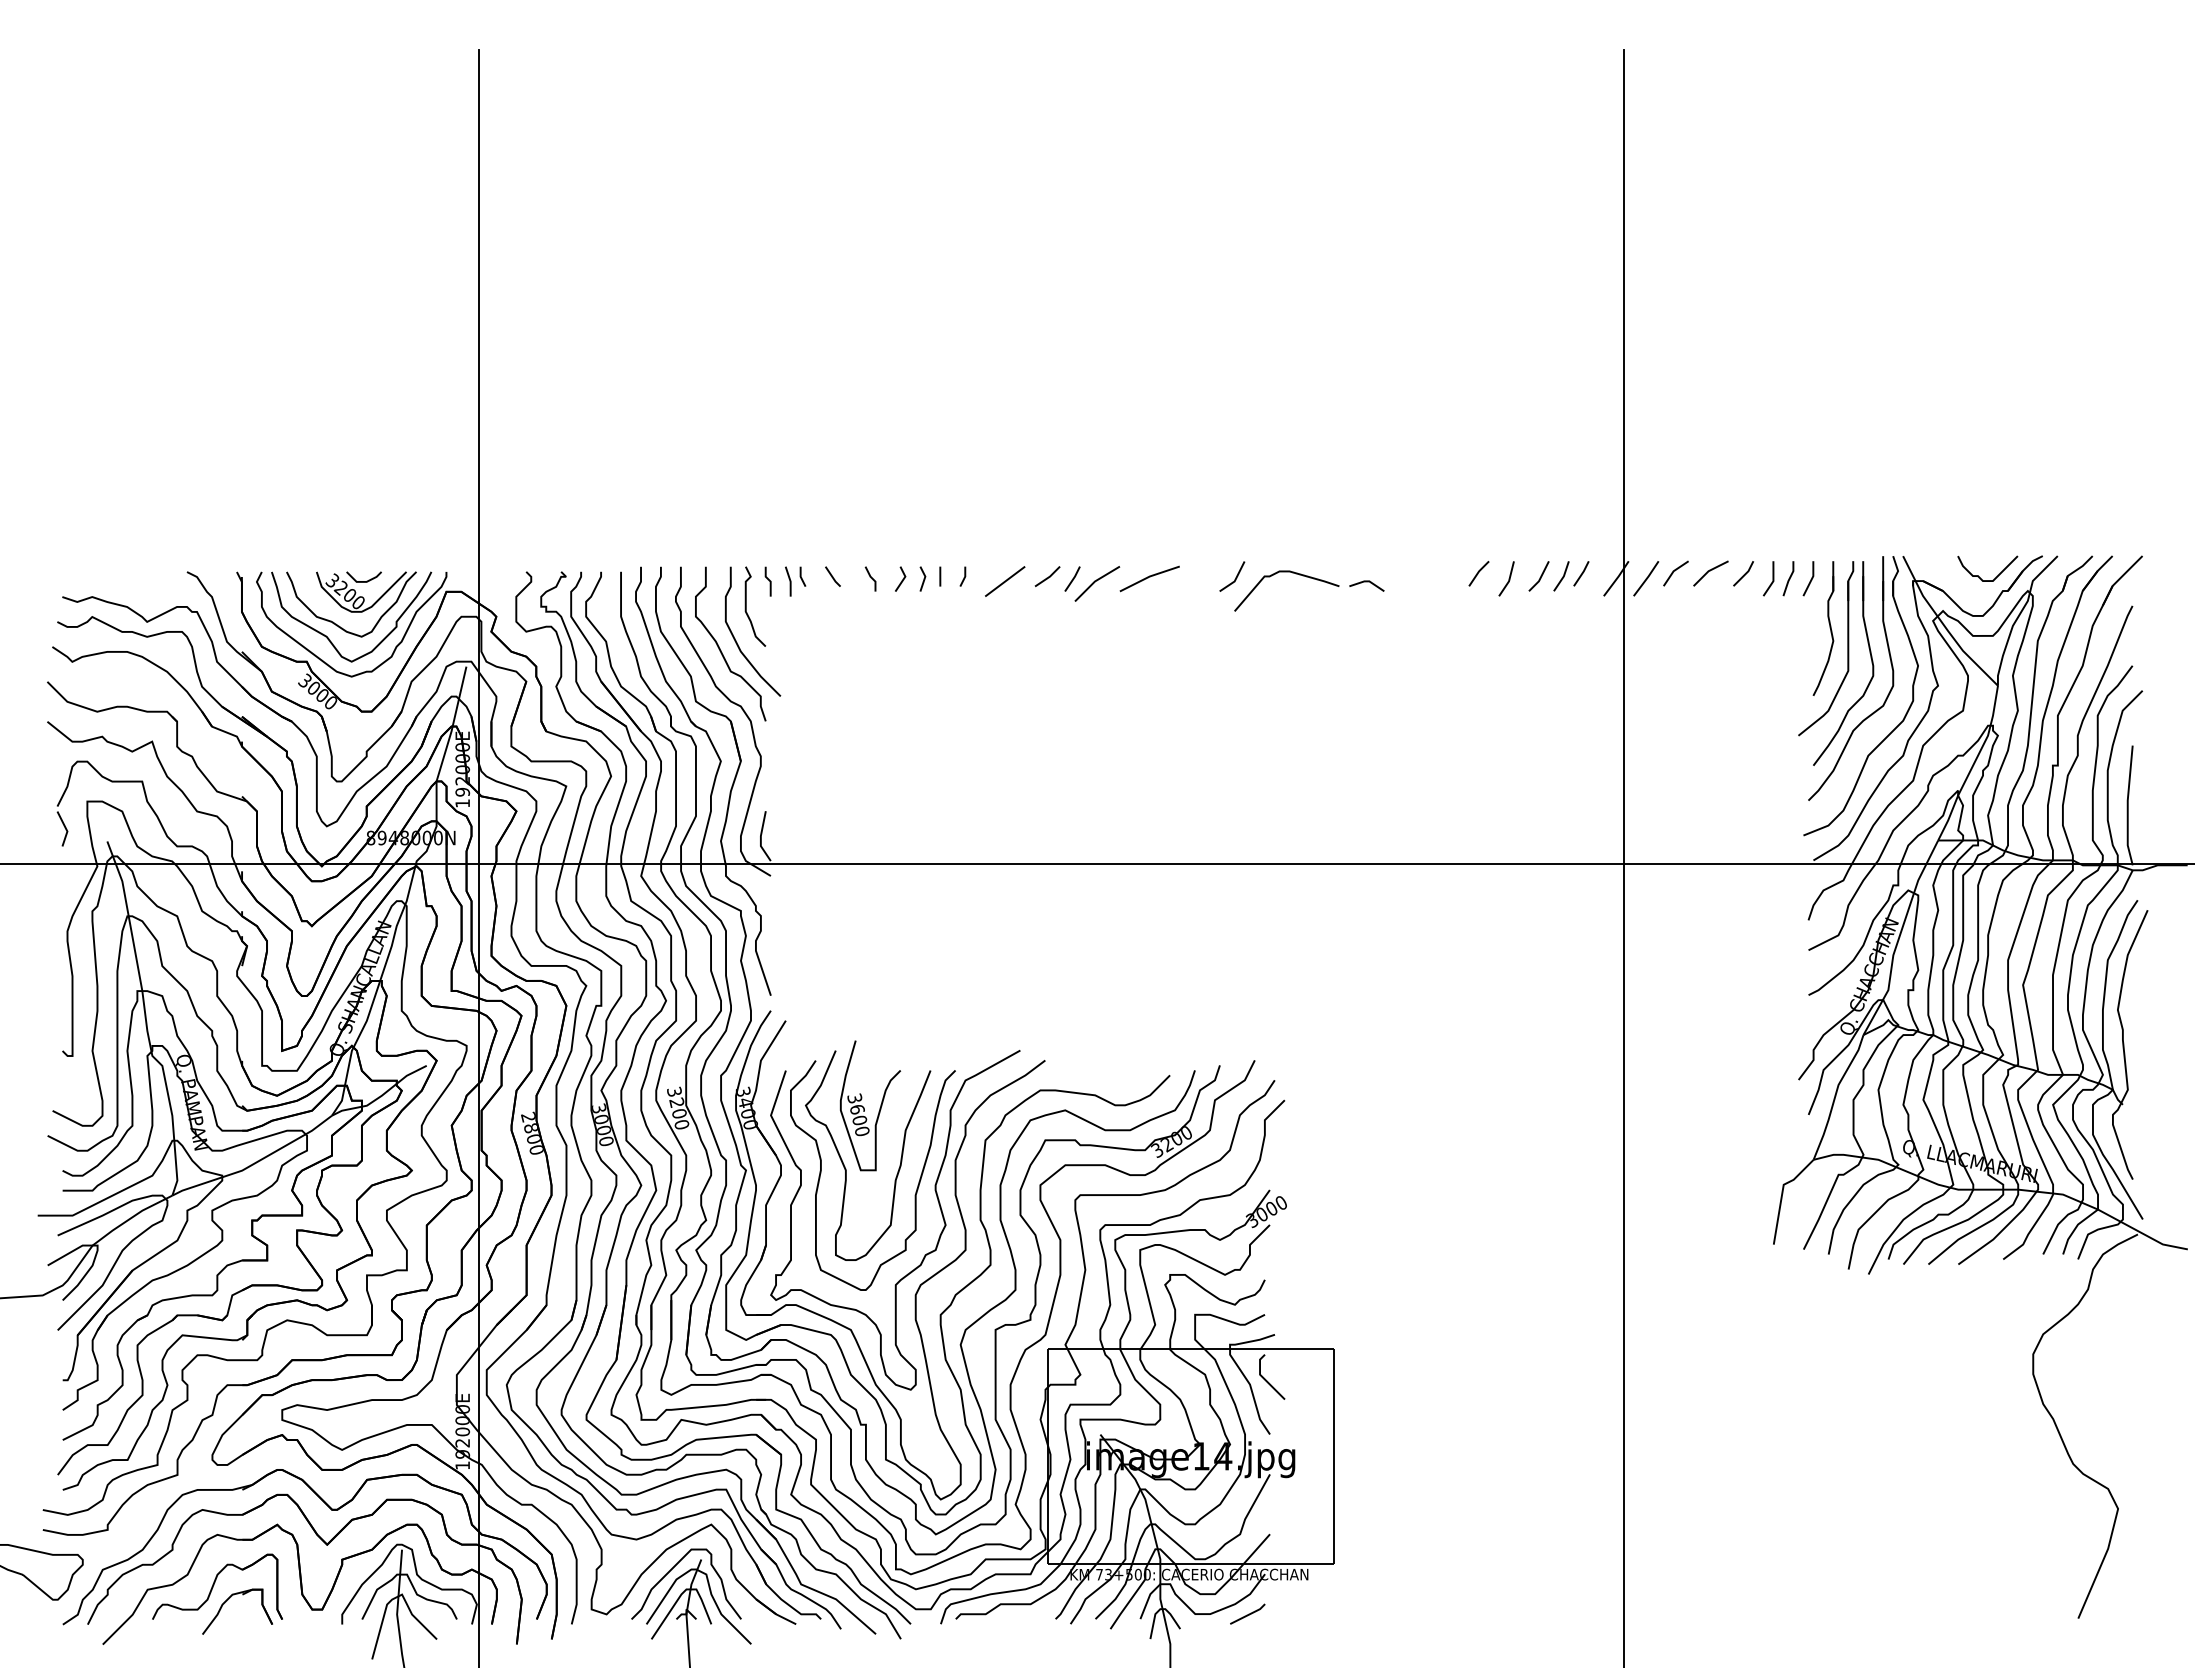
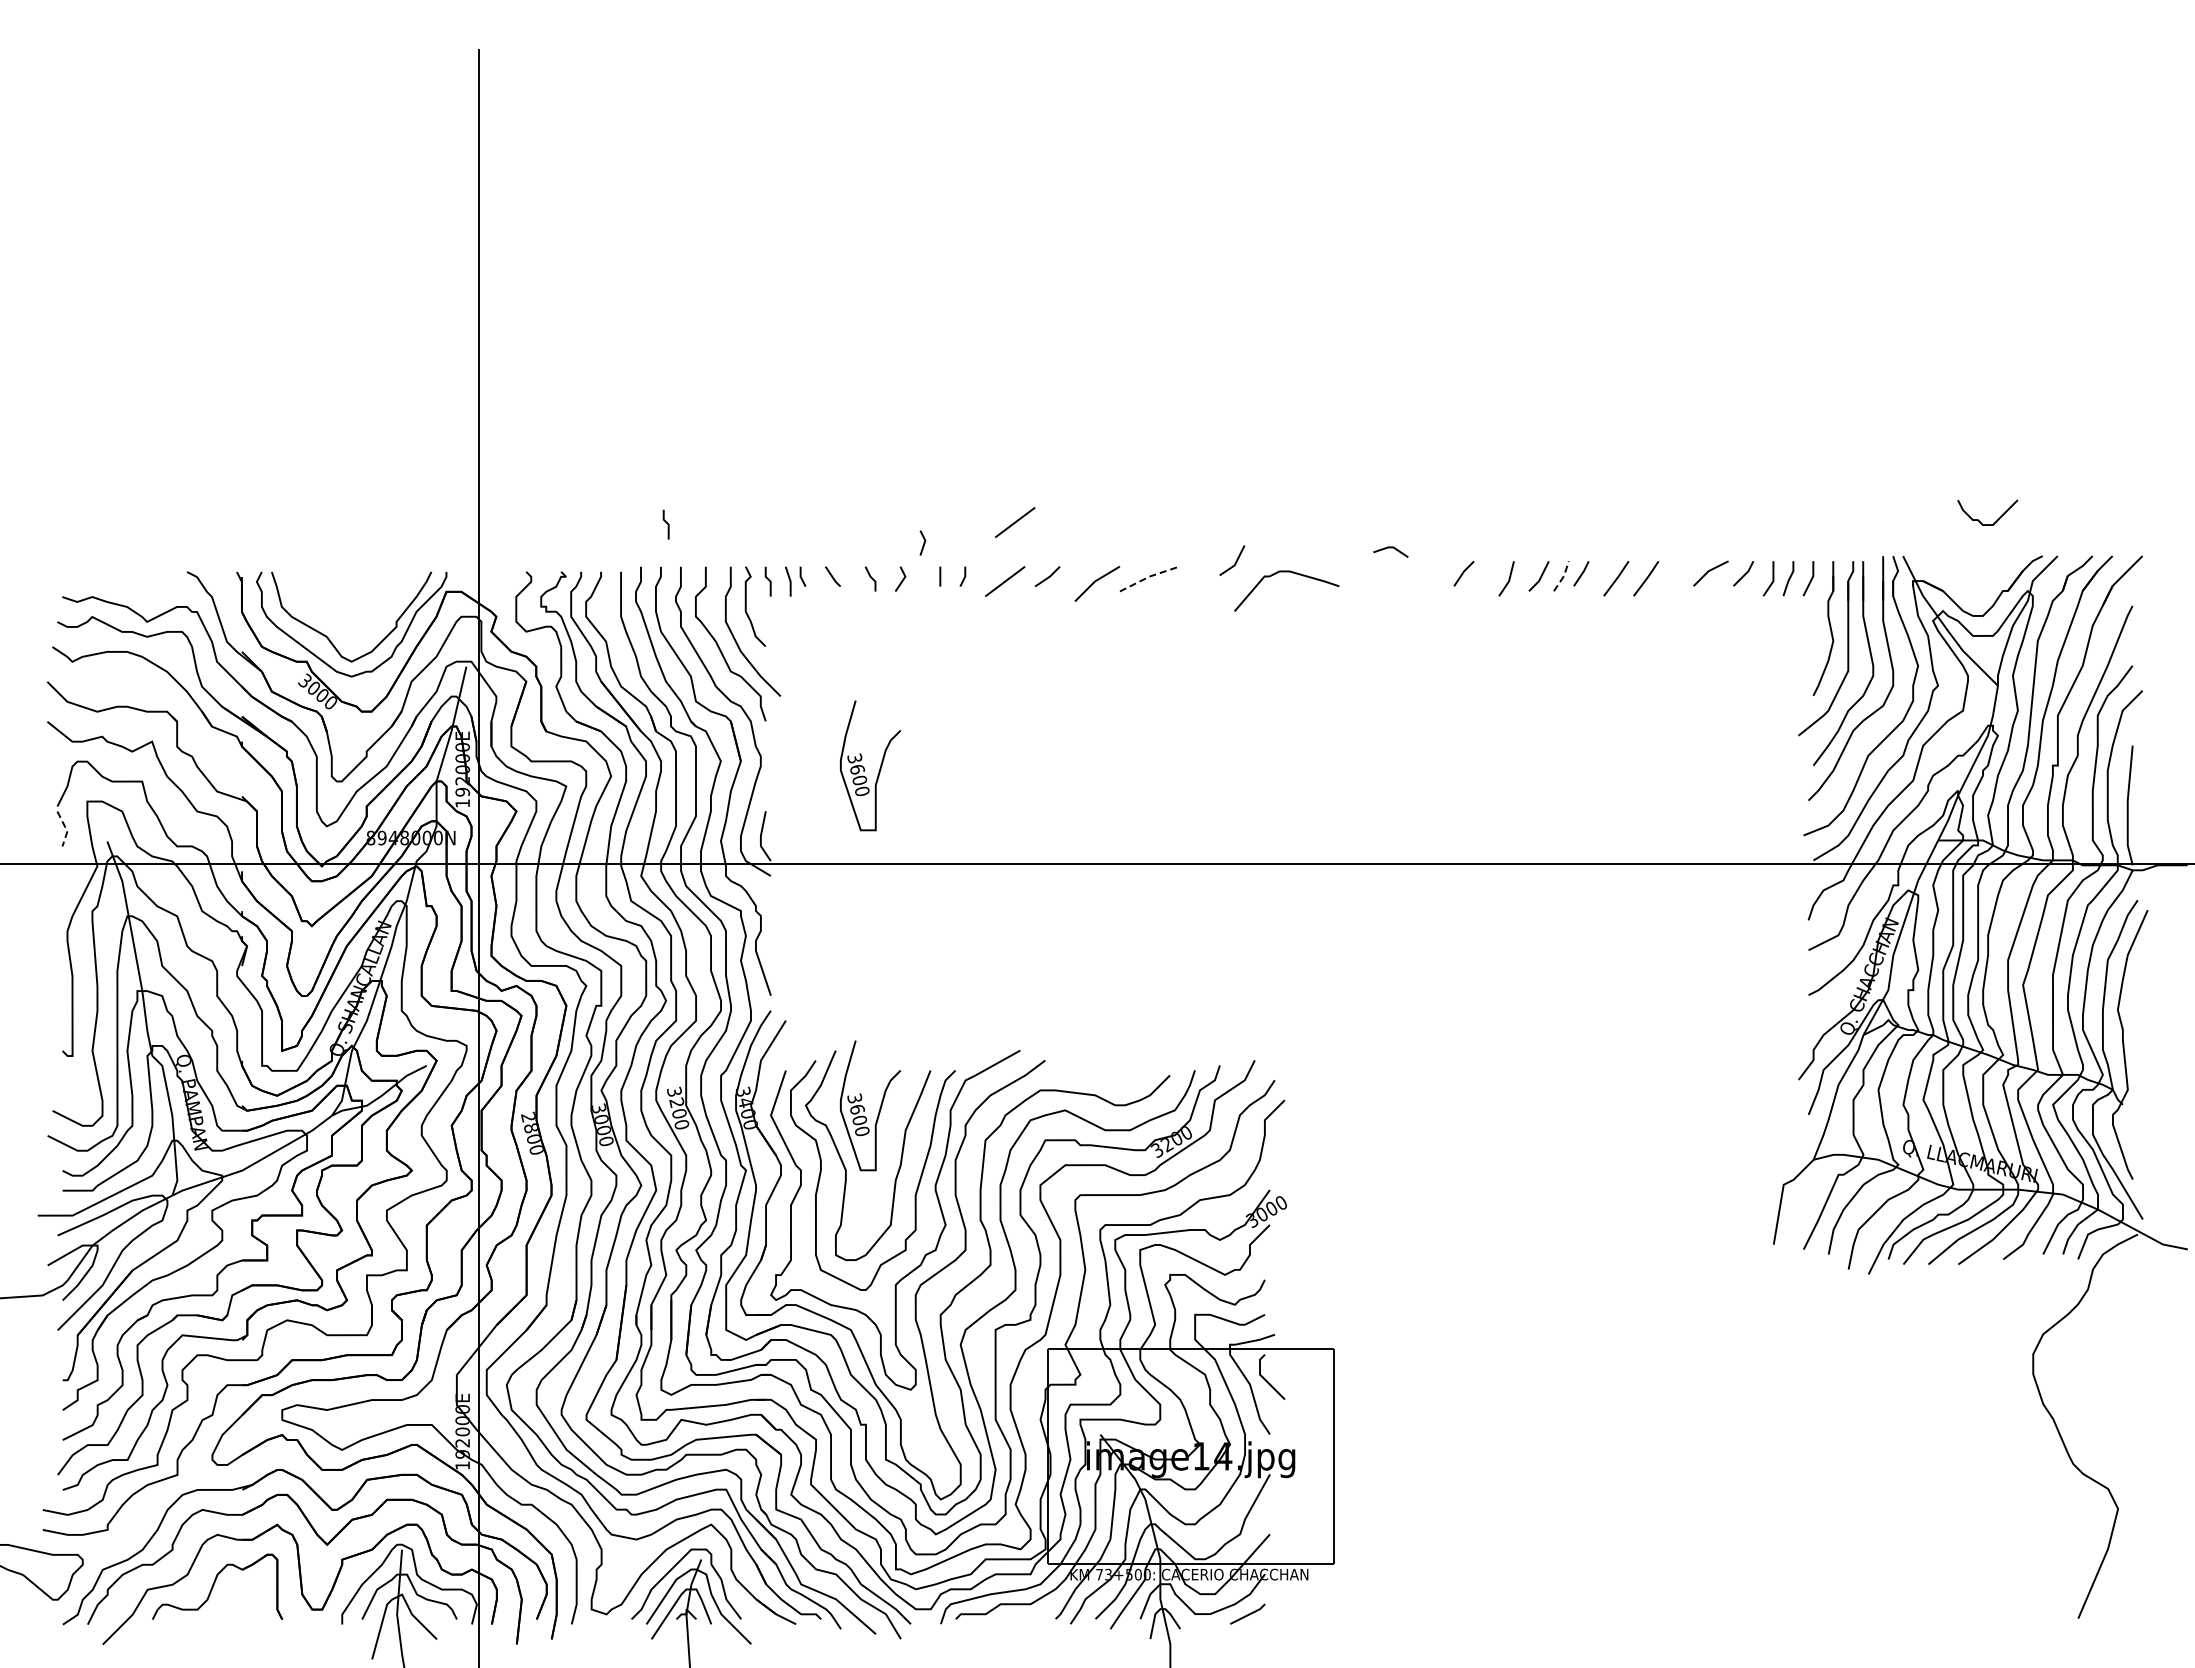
line at (1015, 522): none -> present
line at (666, 523): none -> present
line at (1675, 571): present -> none
line at (1478, 573) position: (1478, 573) -> (1463, 573)
line at (1149, 576): solid -> dashed
line at (1563, 576): solid -> dashed
curve at (1979, 576) position: (1979, 576) -> (1979, 520)
line at (1235, 577) position: (1235, 577) -> (1235, 561)
line at (923, 578) position: (923, 578) -> (923, 542)
line at (1072, 578): present -> none
line at (1366, 582) position: (1366, 582) -> (1390, 548)
part at (351, 604): present -> none
part at (869, 765): none -> present
line at (66, 828): solid -> dashed
line at (1624, 856): present -> none
part at (227, 1601): present -> none
